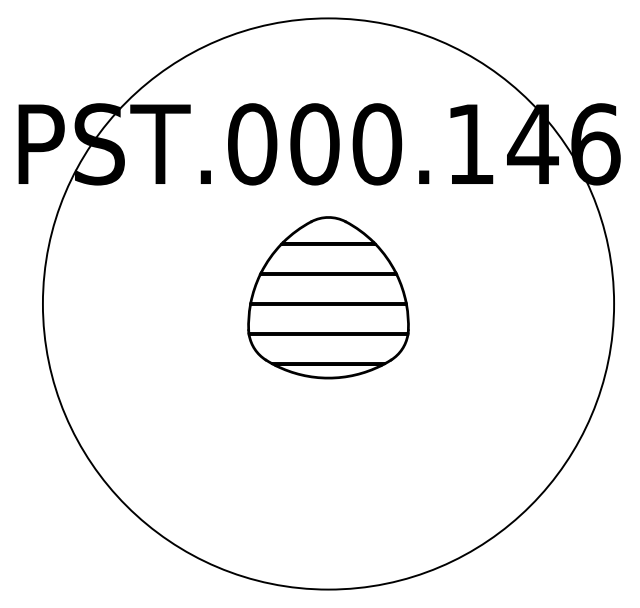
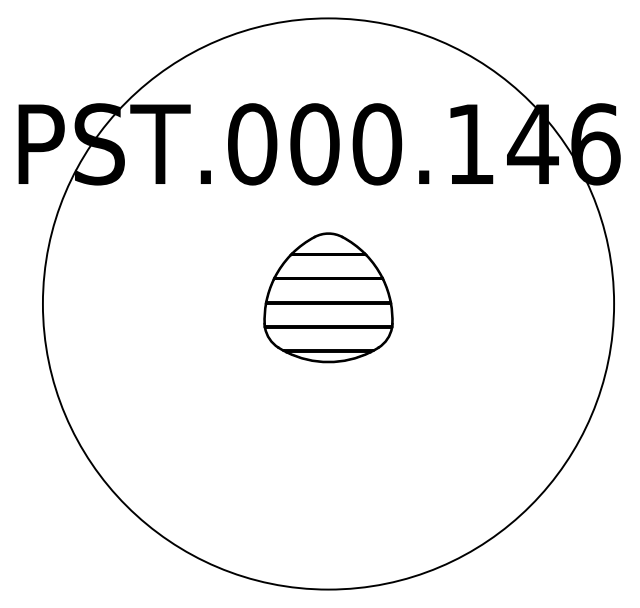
part at (328, 297) size: 163x164 px -> 131x132 px
